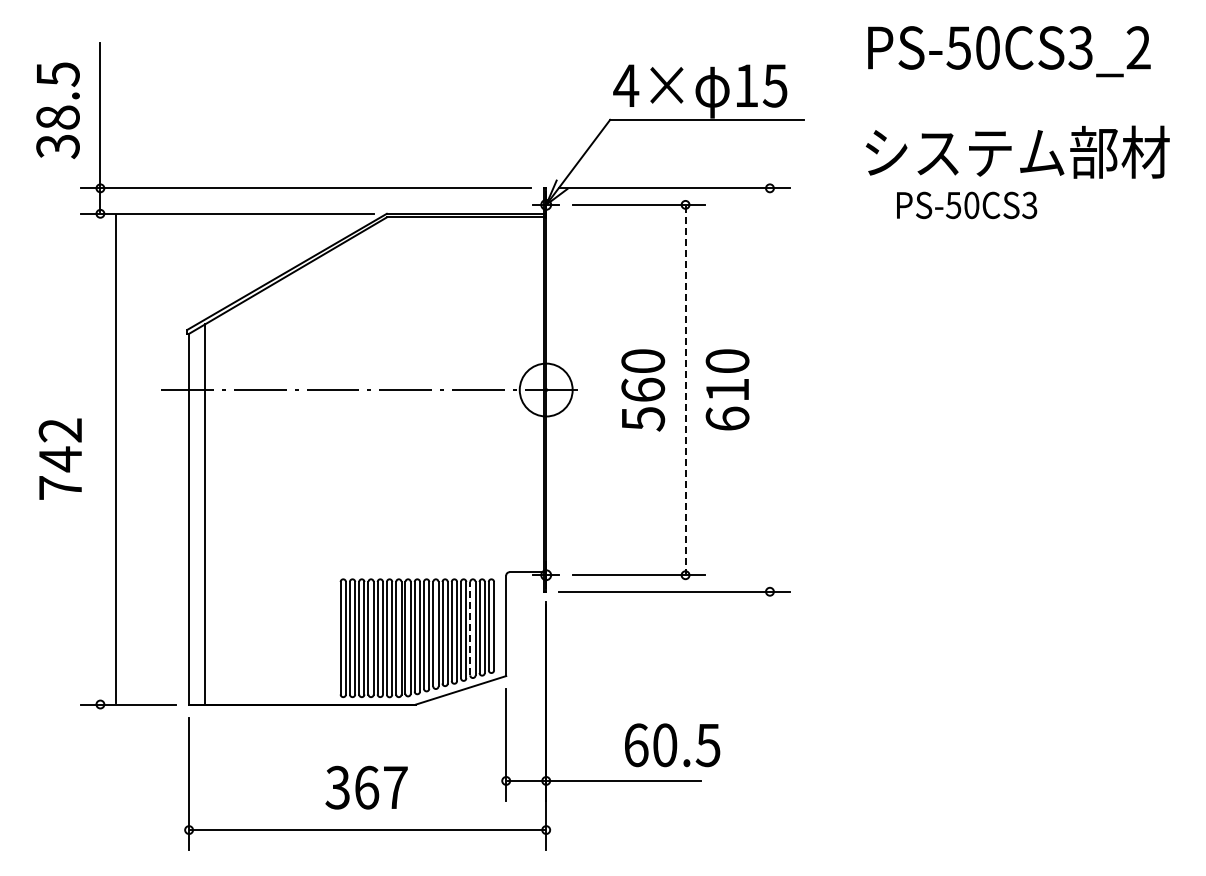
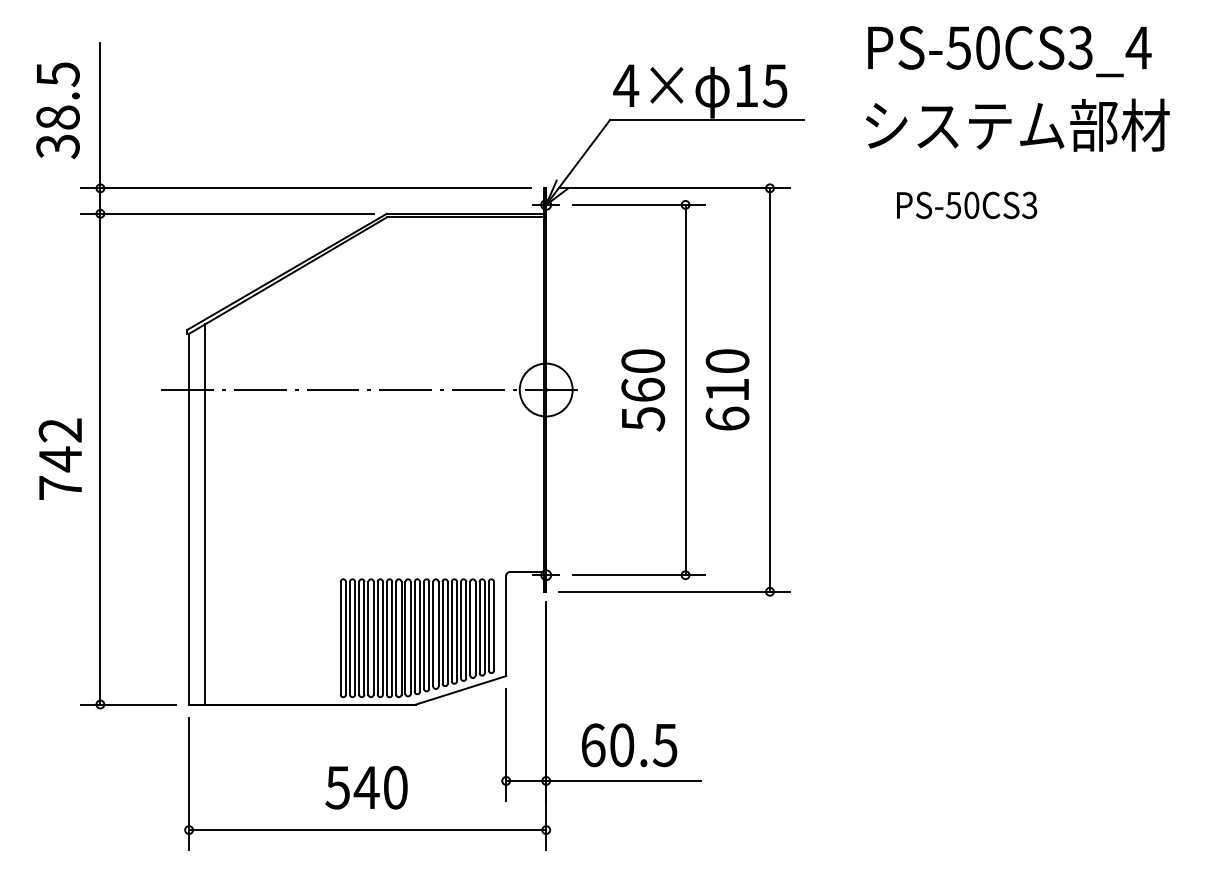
text at (1138, 47): PS-50CS3_2 -> PS-50CS3_4
text at (1017, 151) position: (1017, 151) -> (1017, 124)
line at (769, 389): none -> present
line at (685, 390): dashed -> solid
line at (116, 459) position: (116, 459) -> (100, 459)
line at (470, 628): dashed -> solid
text at (672, 745) position: (672, 745) -> (629, 745)
text at (366, 787): 367 -> 540
